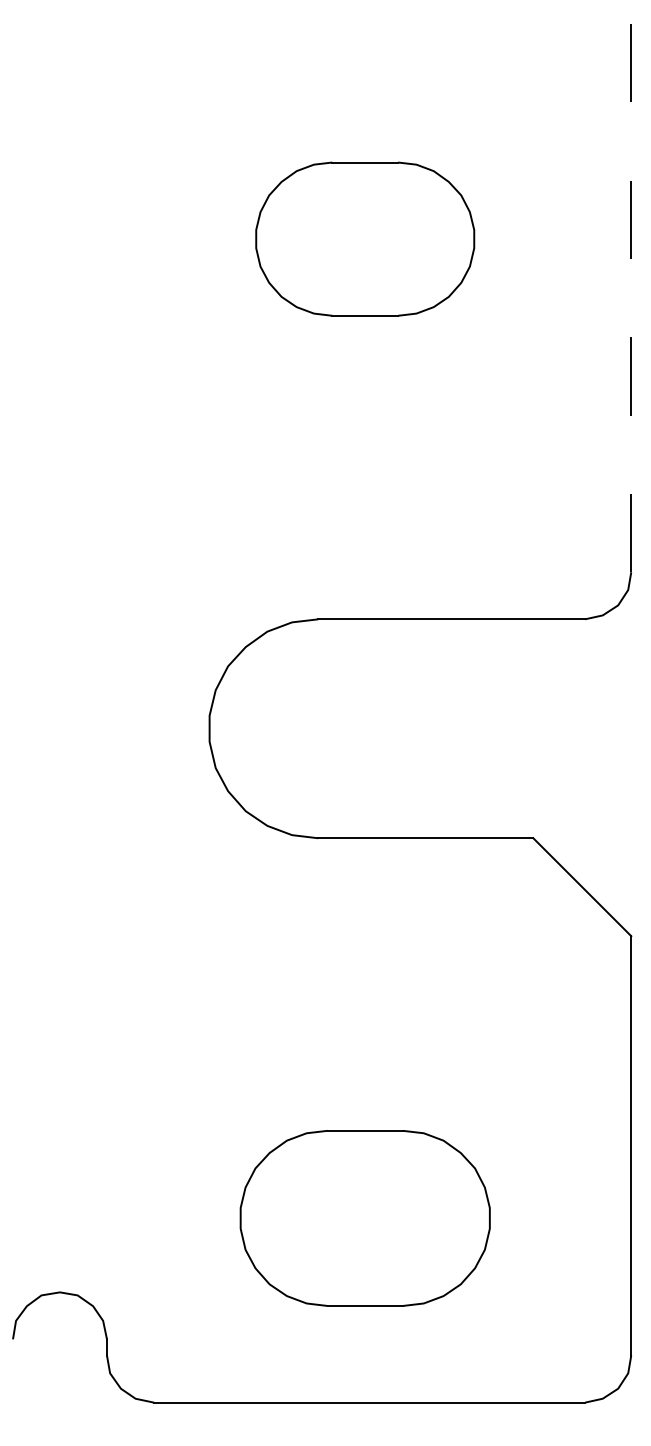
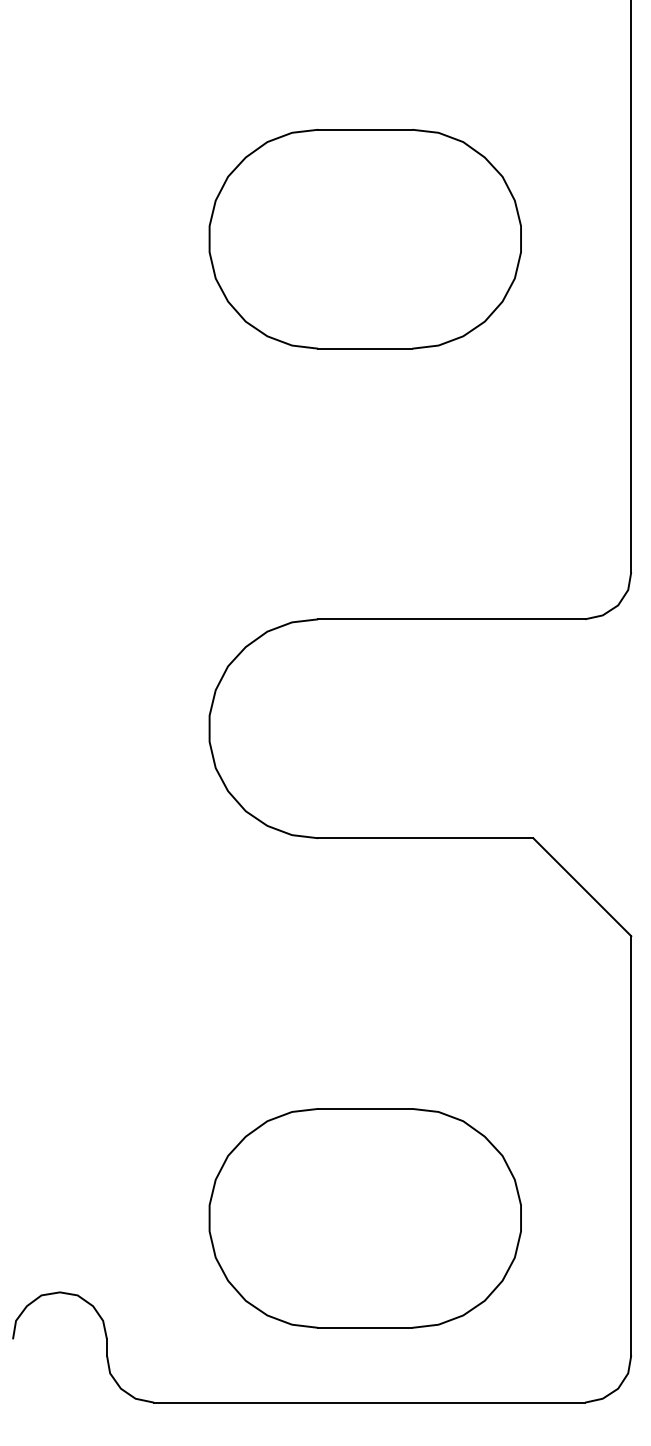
part at (365, 238) size: 221x156 px -> 314x222 px
line at (631, 286): dashed -> solid
part at (364, 1218) size: 252x177 px -> 314x221 px
